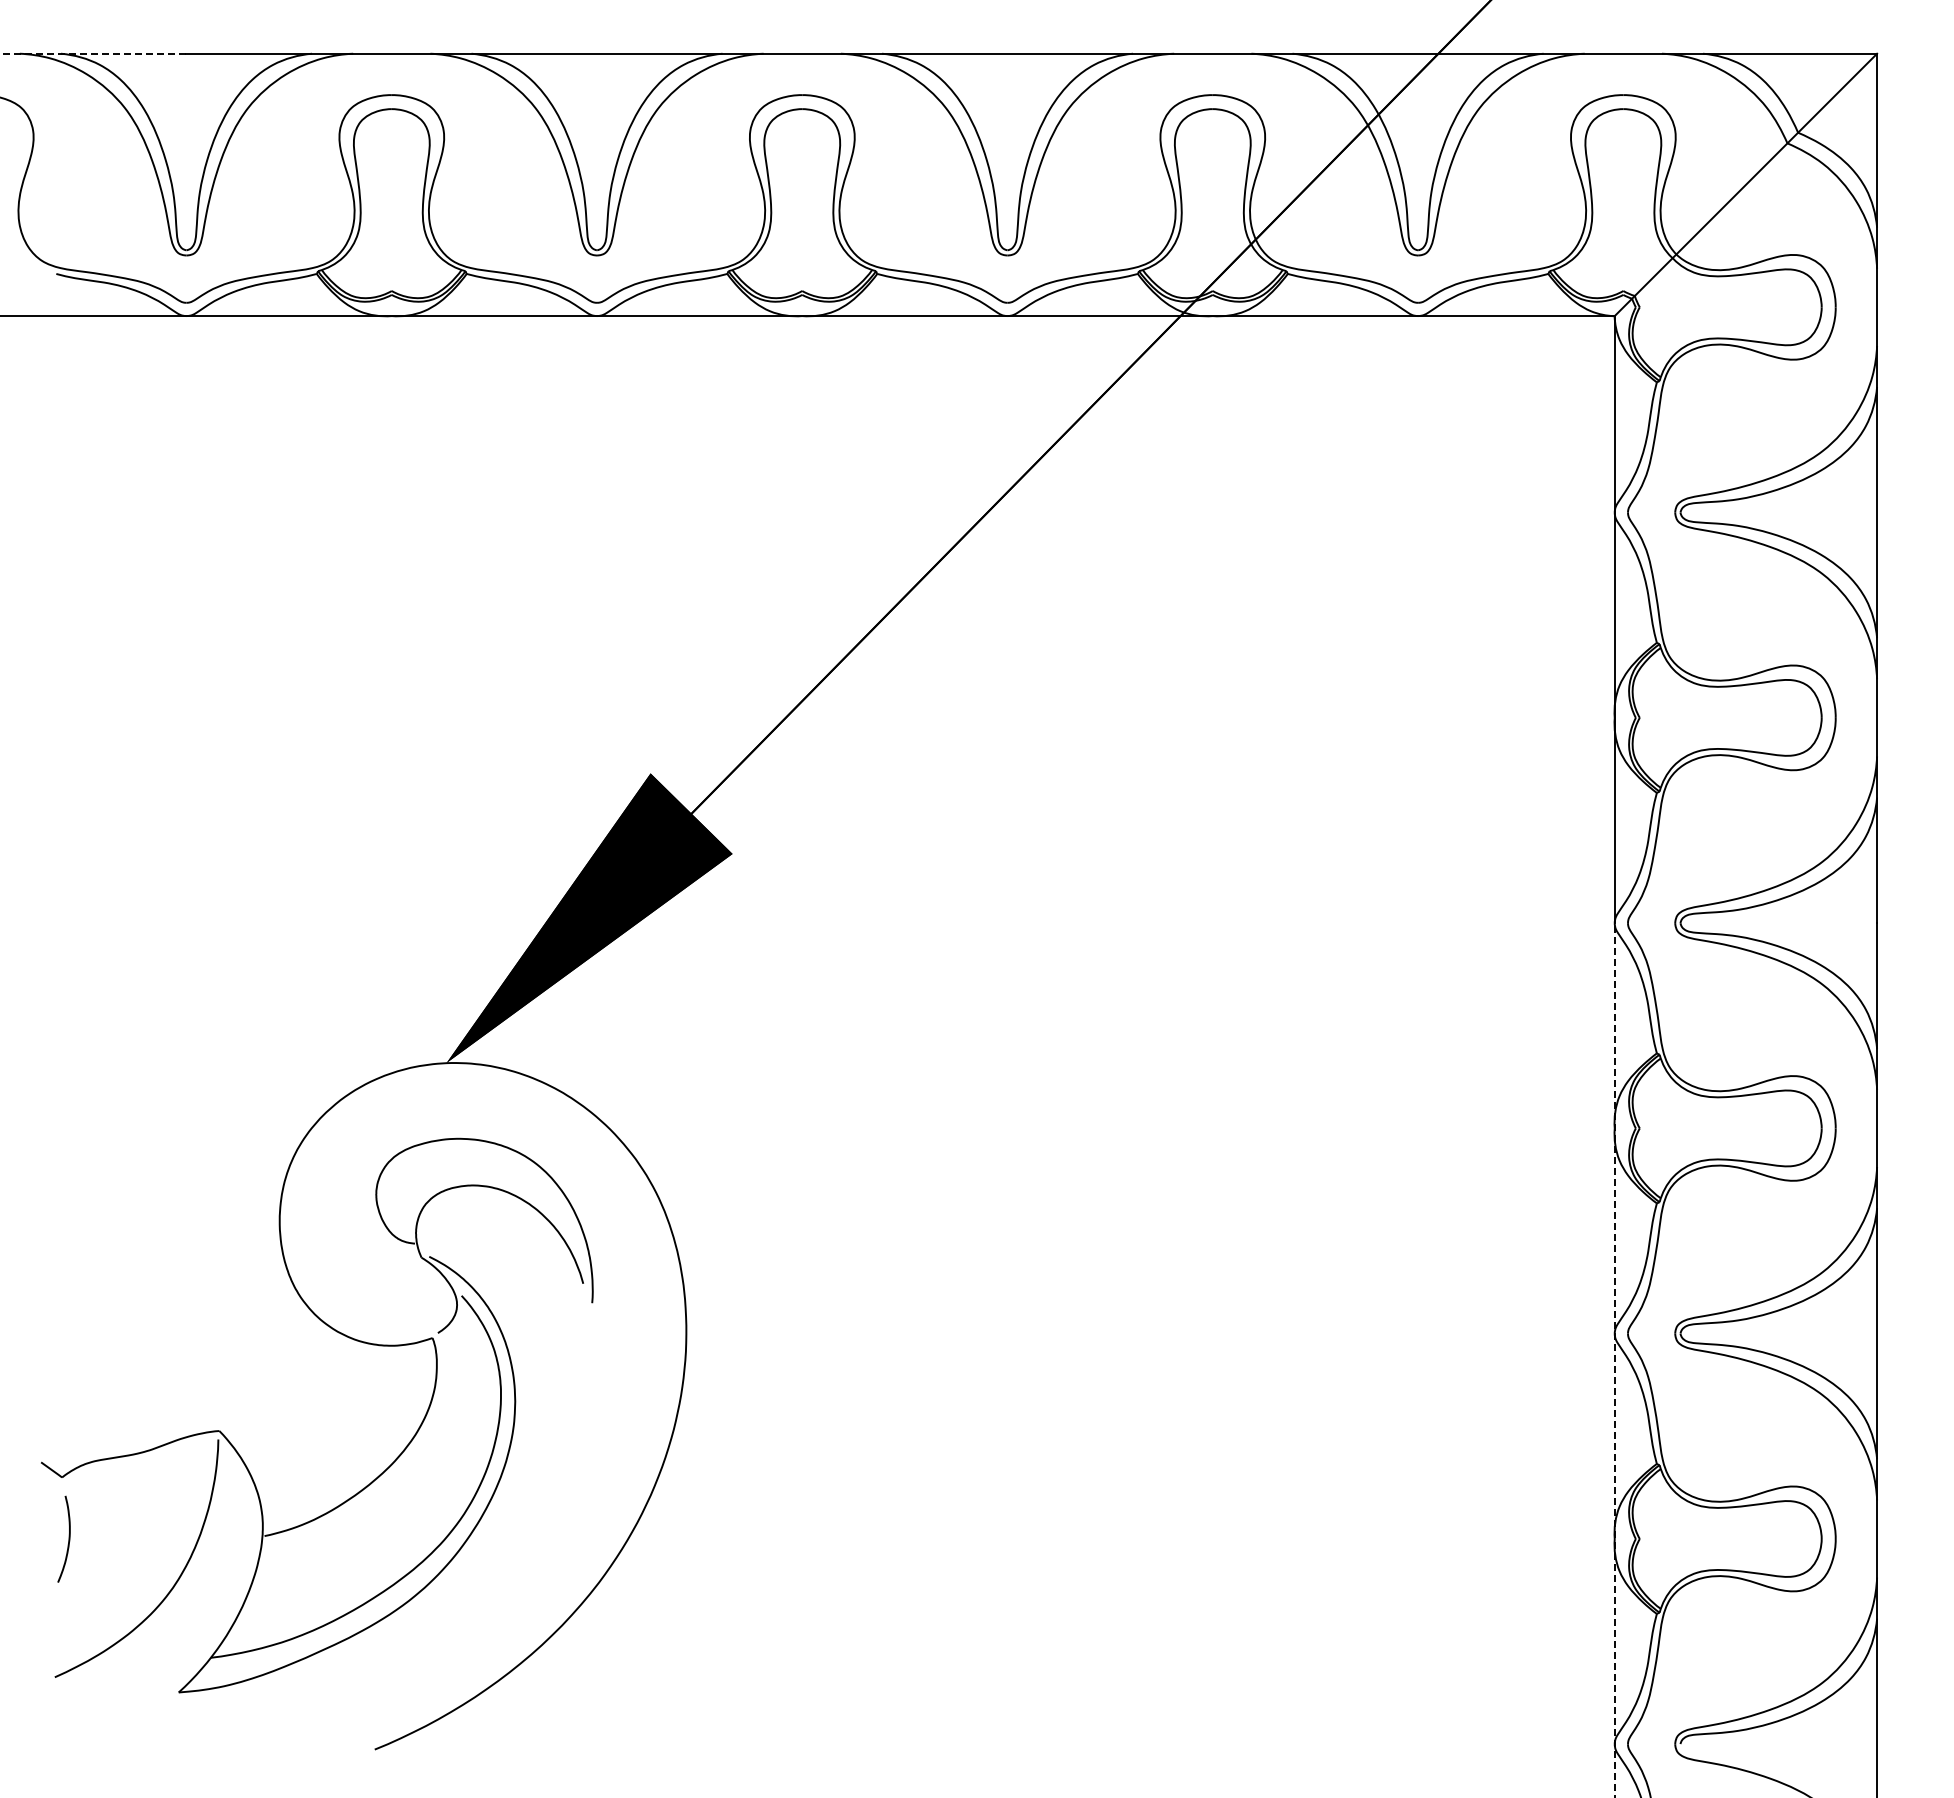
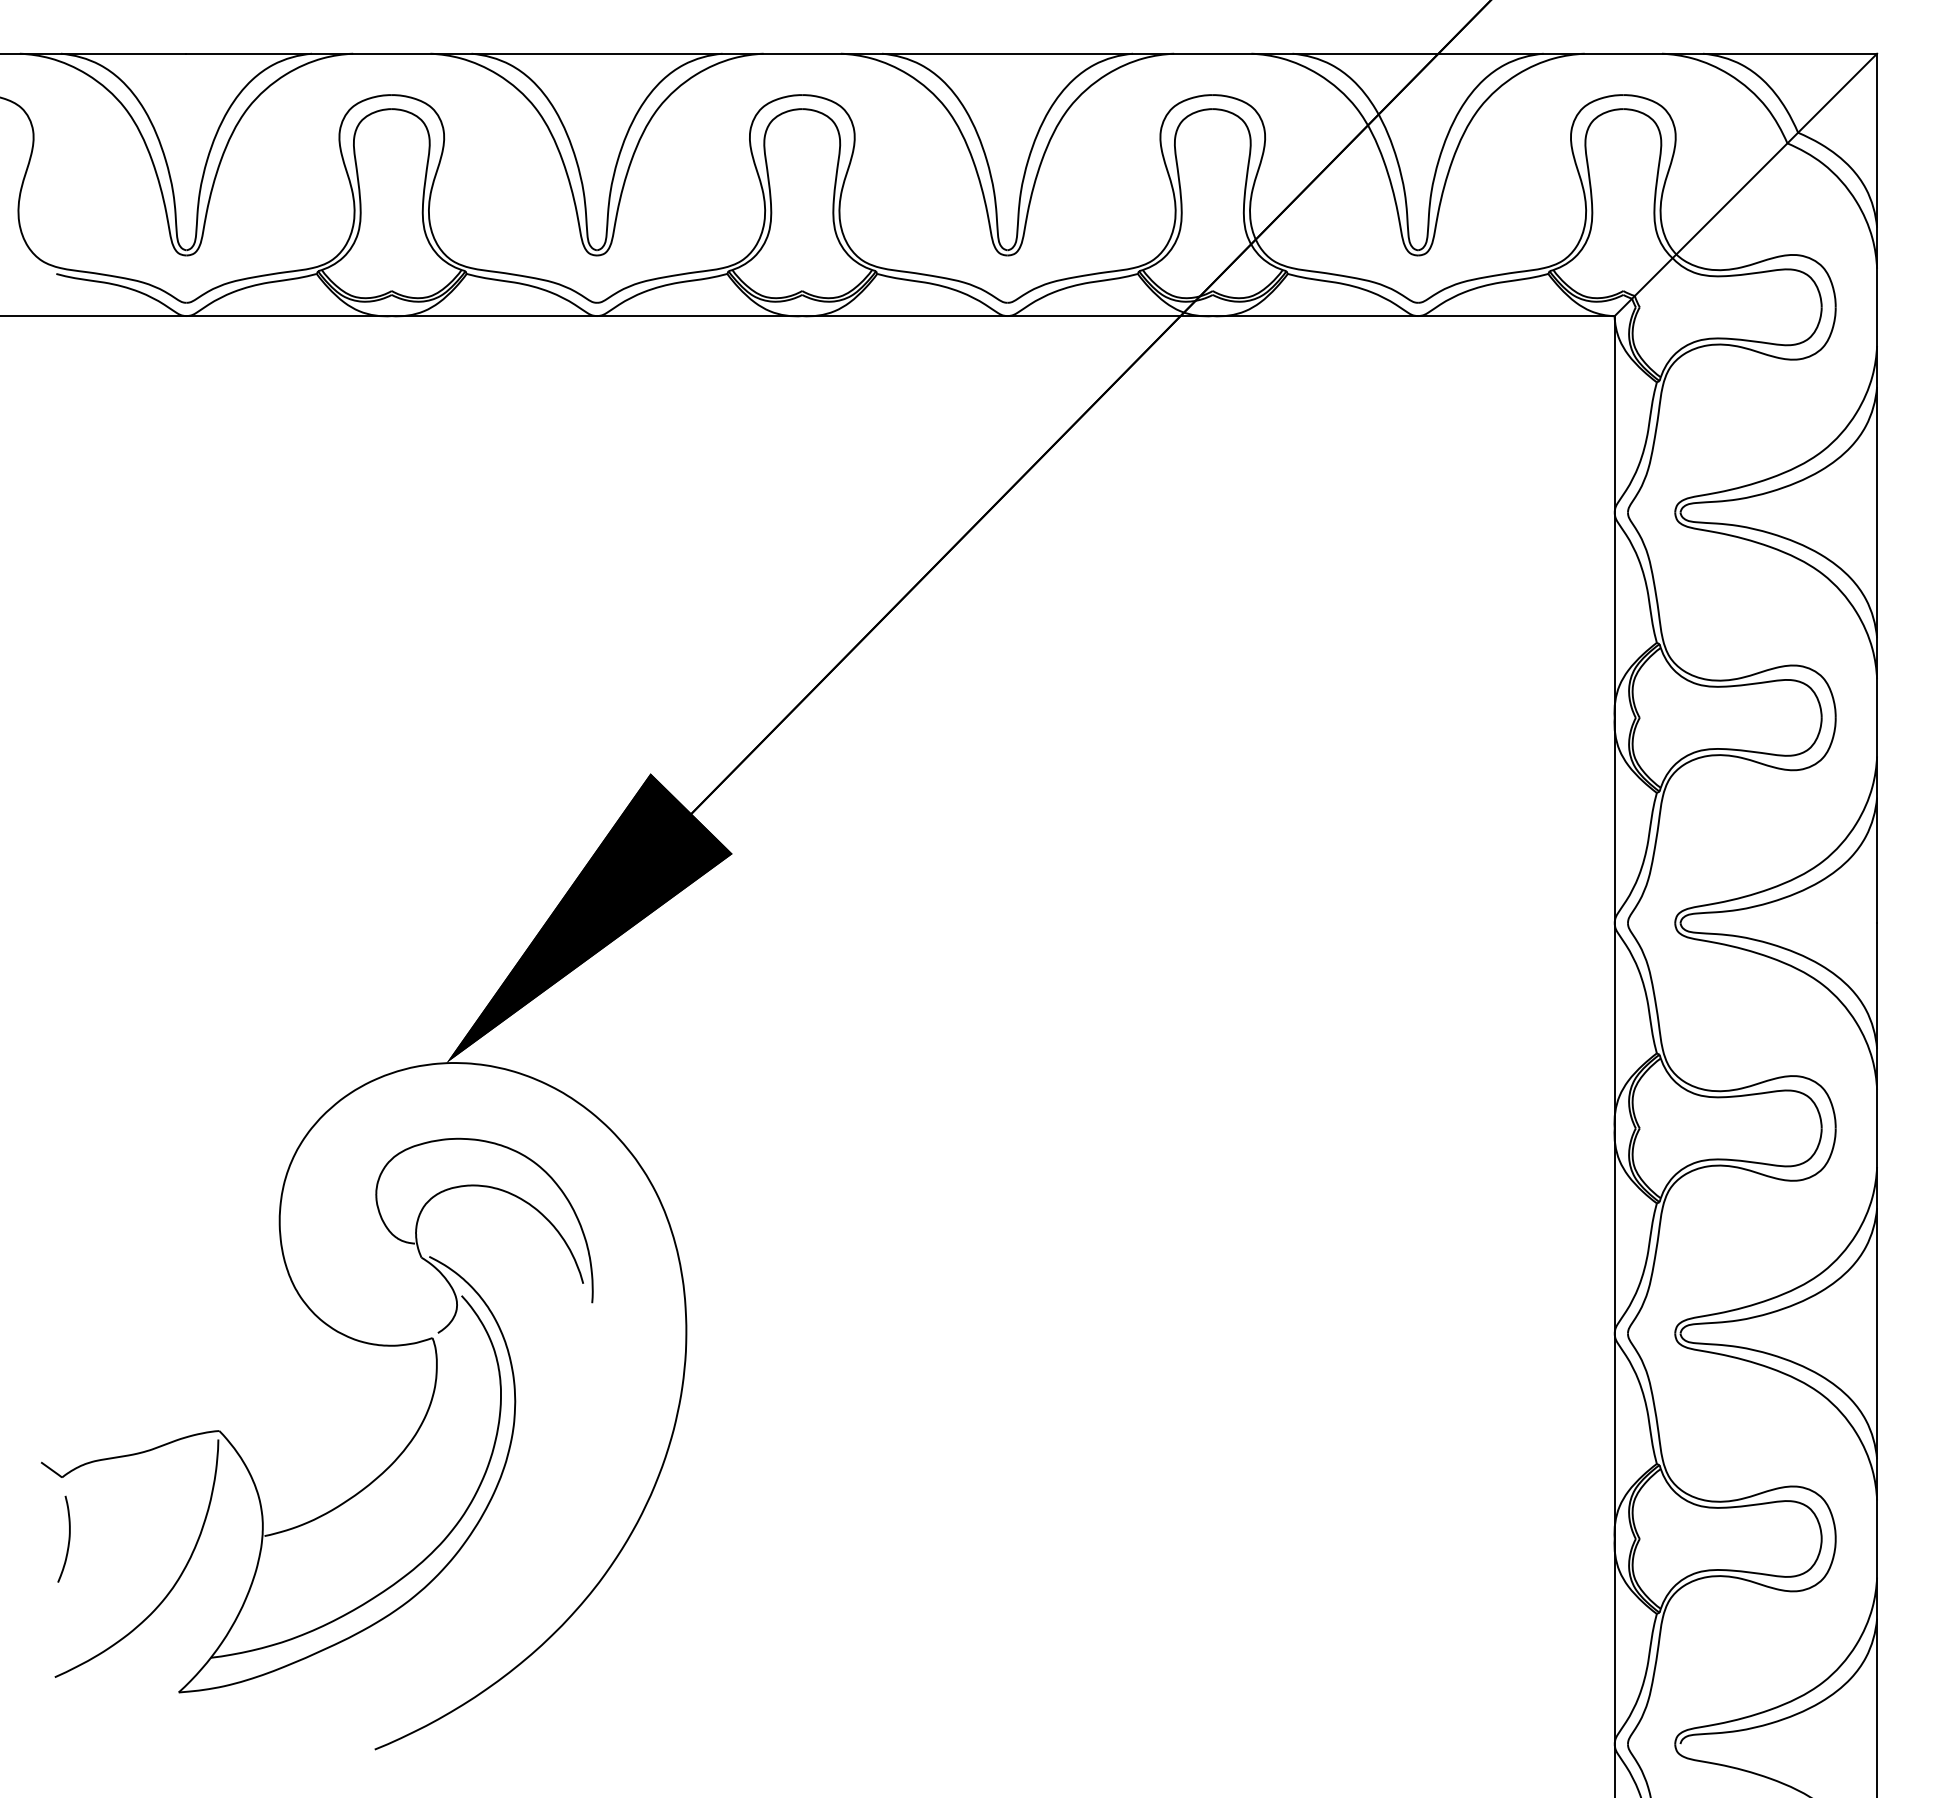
line at (93, 53): dashed -> solid
line at (1614, 1359): dashed -> solid
